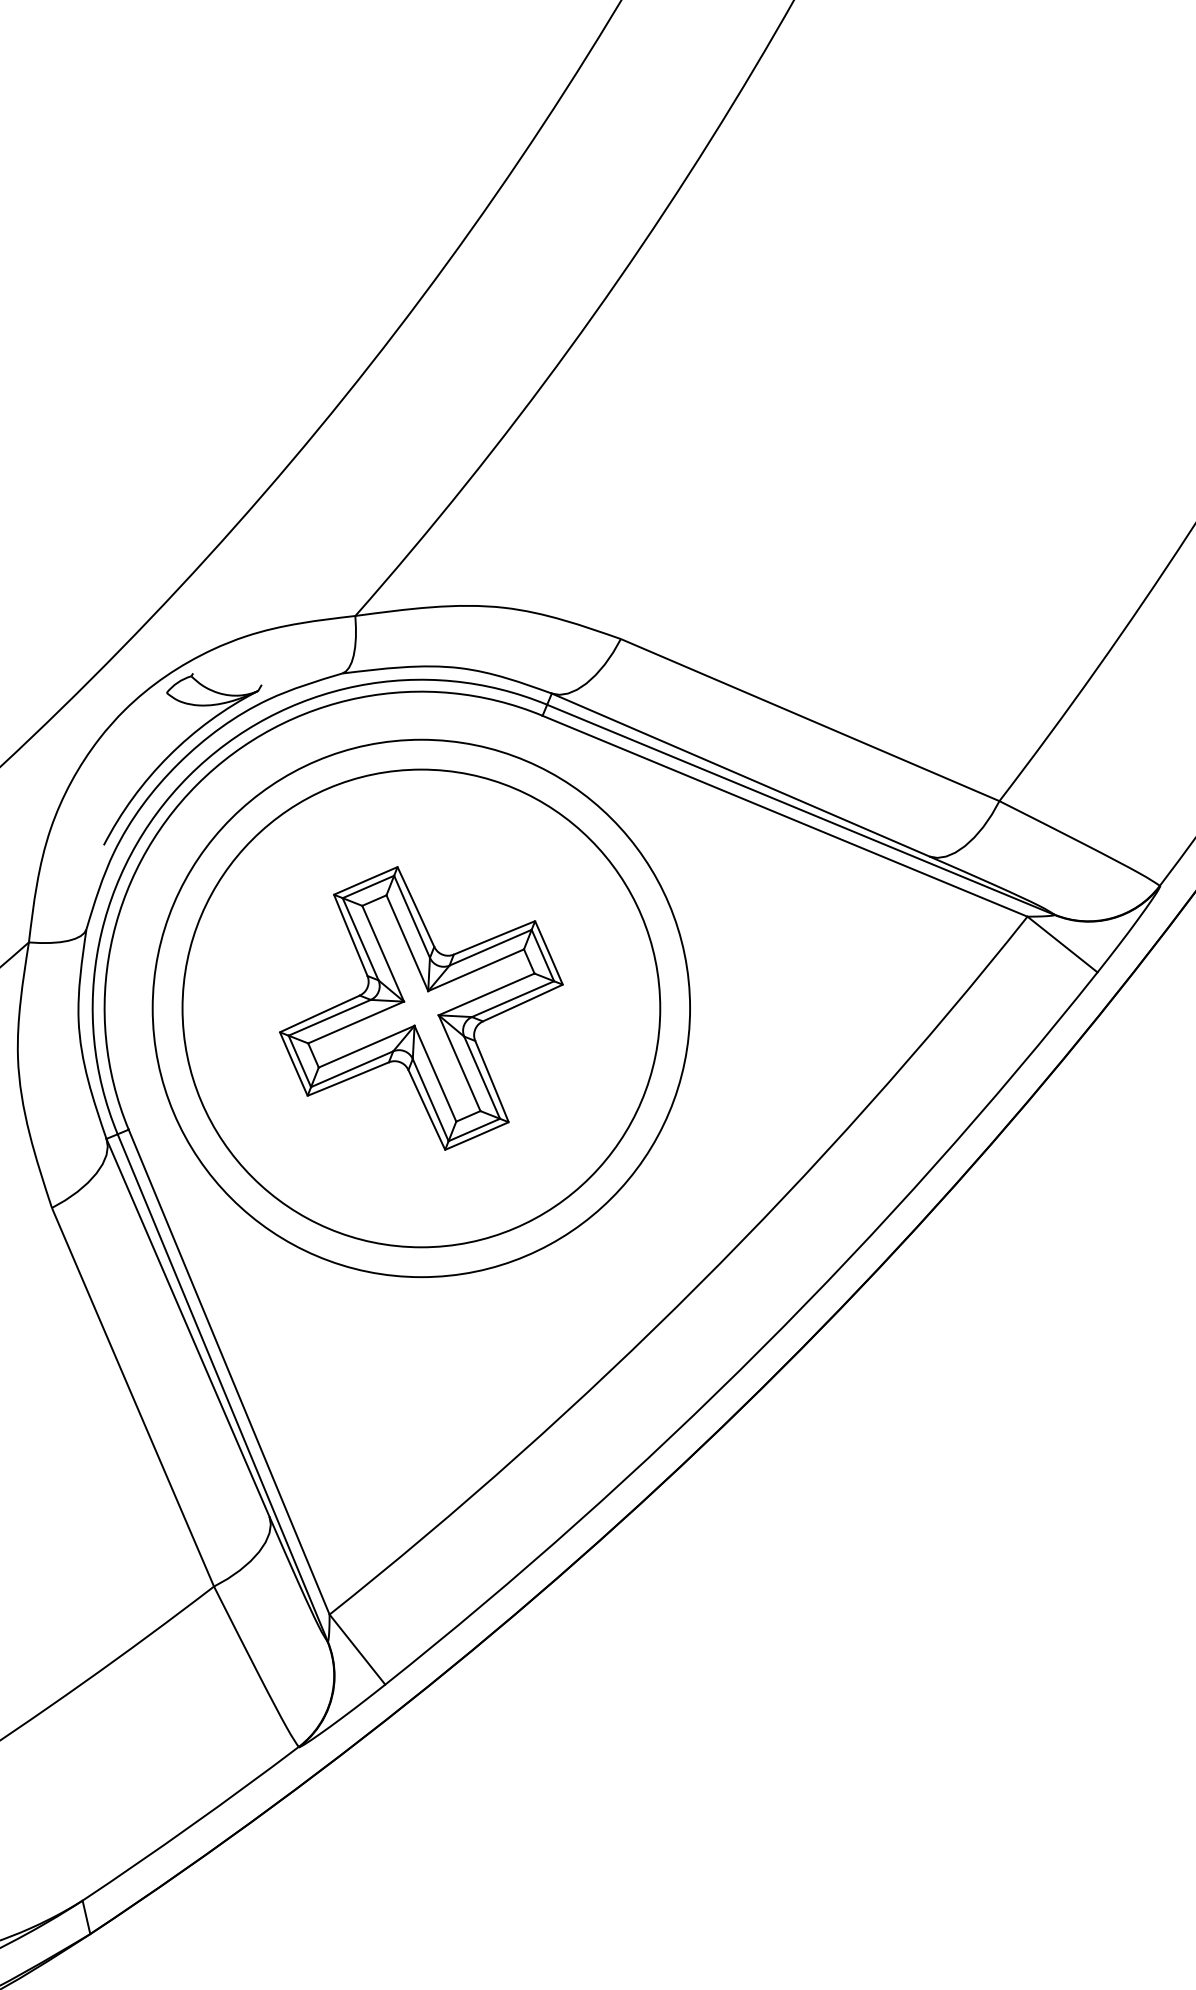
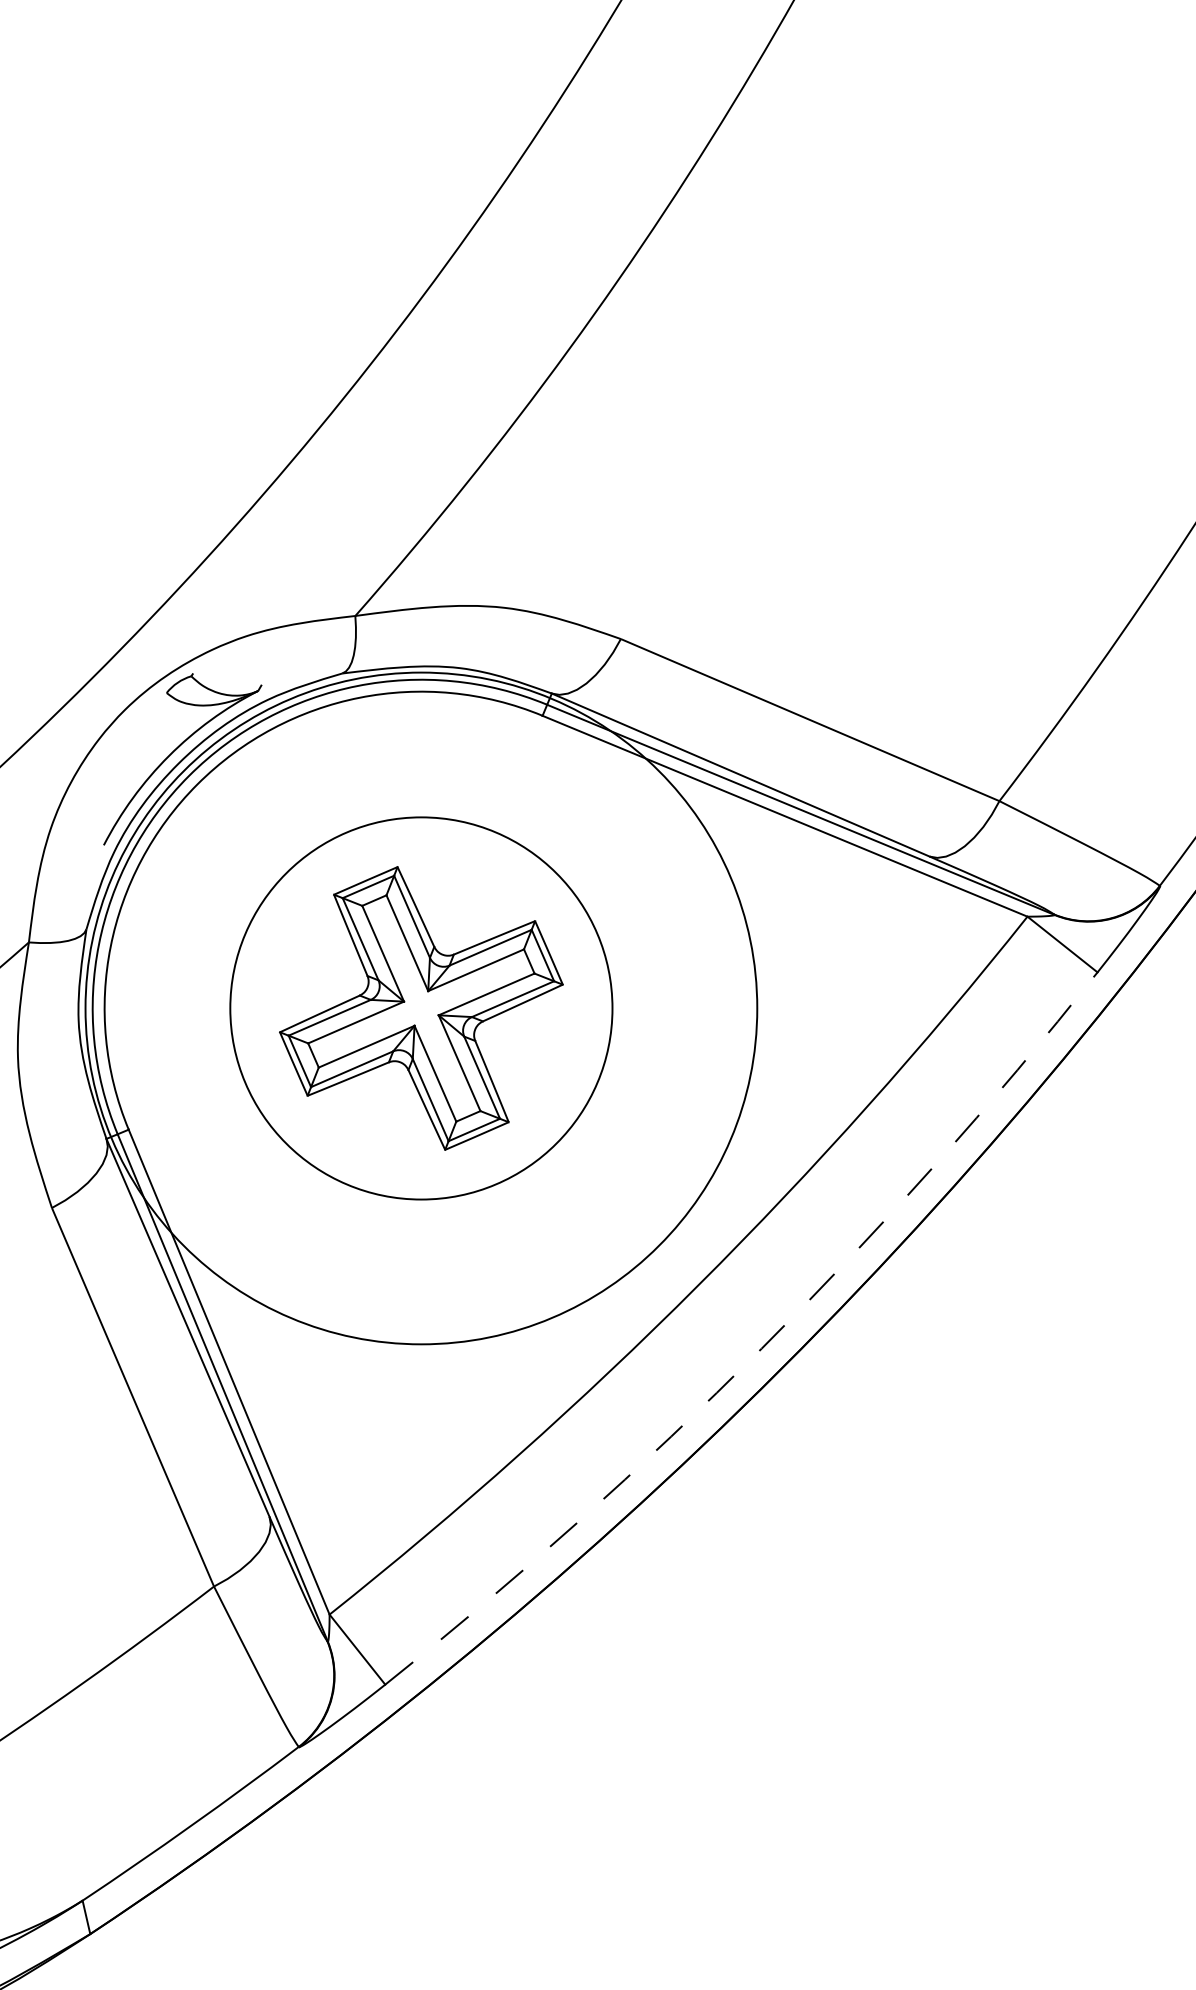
circle at (421, 1008) diameter: 478 px -> 382 px
circle at (421, 1008) diameter: 537 px -> 672 px
arc at (761, 1348): solid -> dashed
